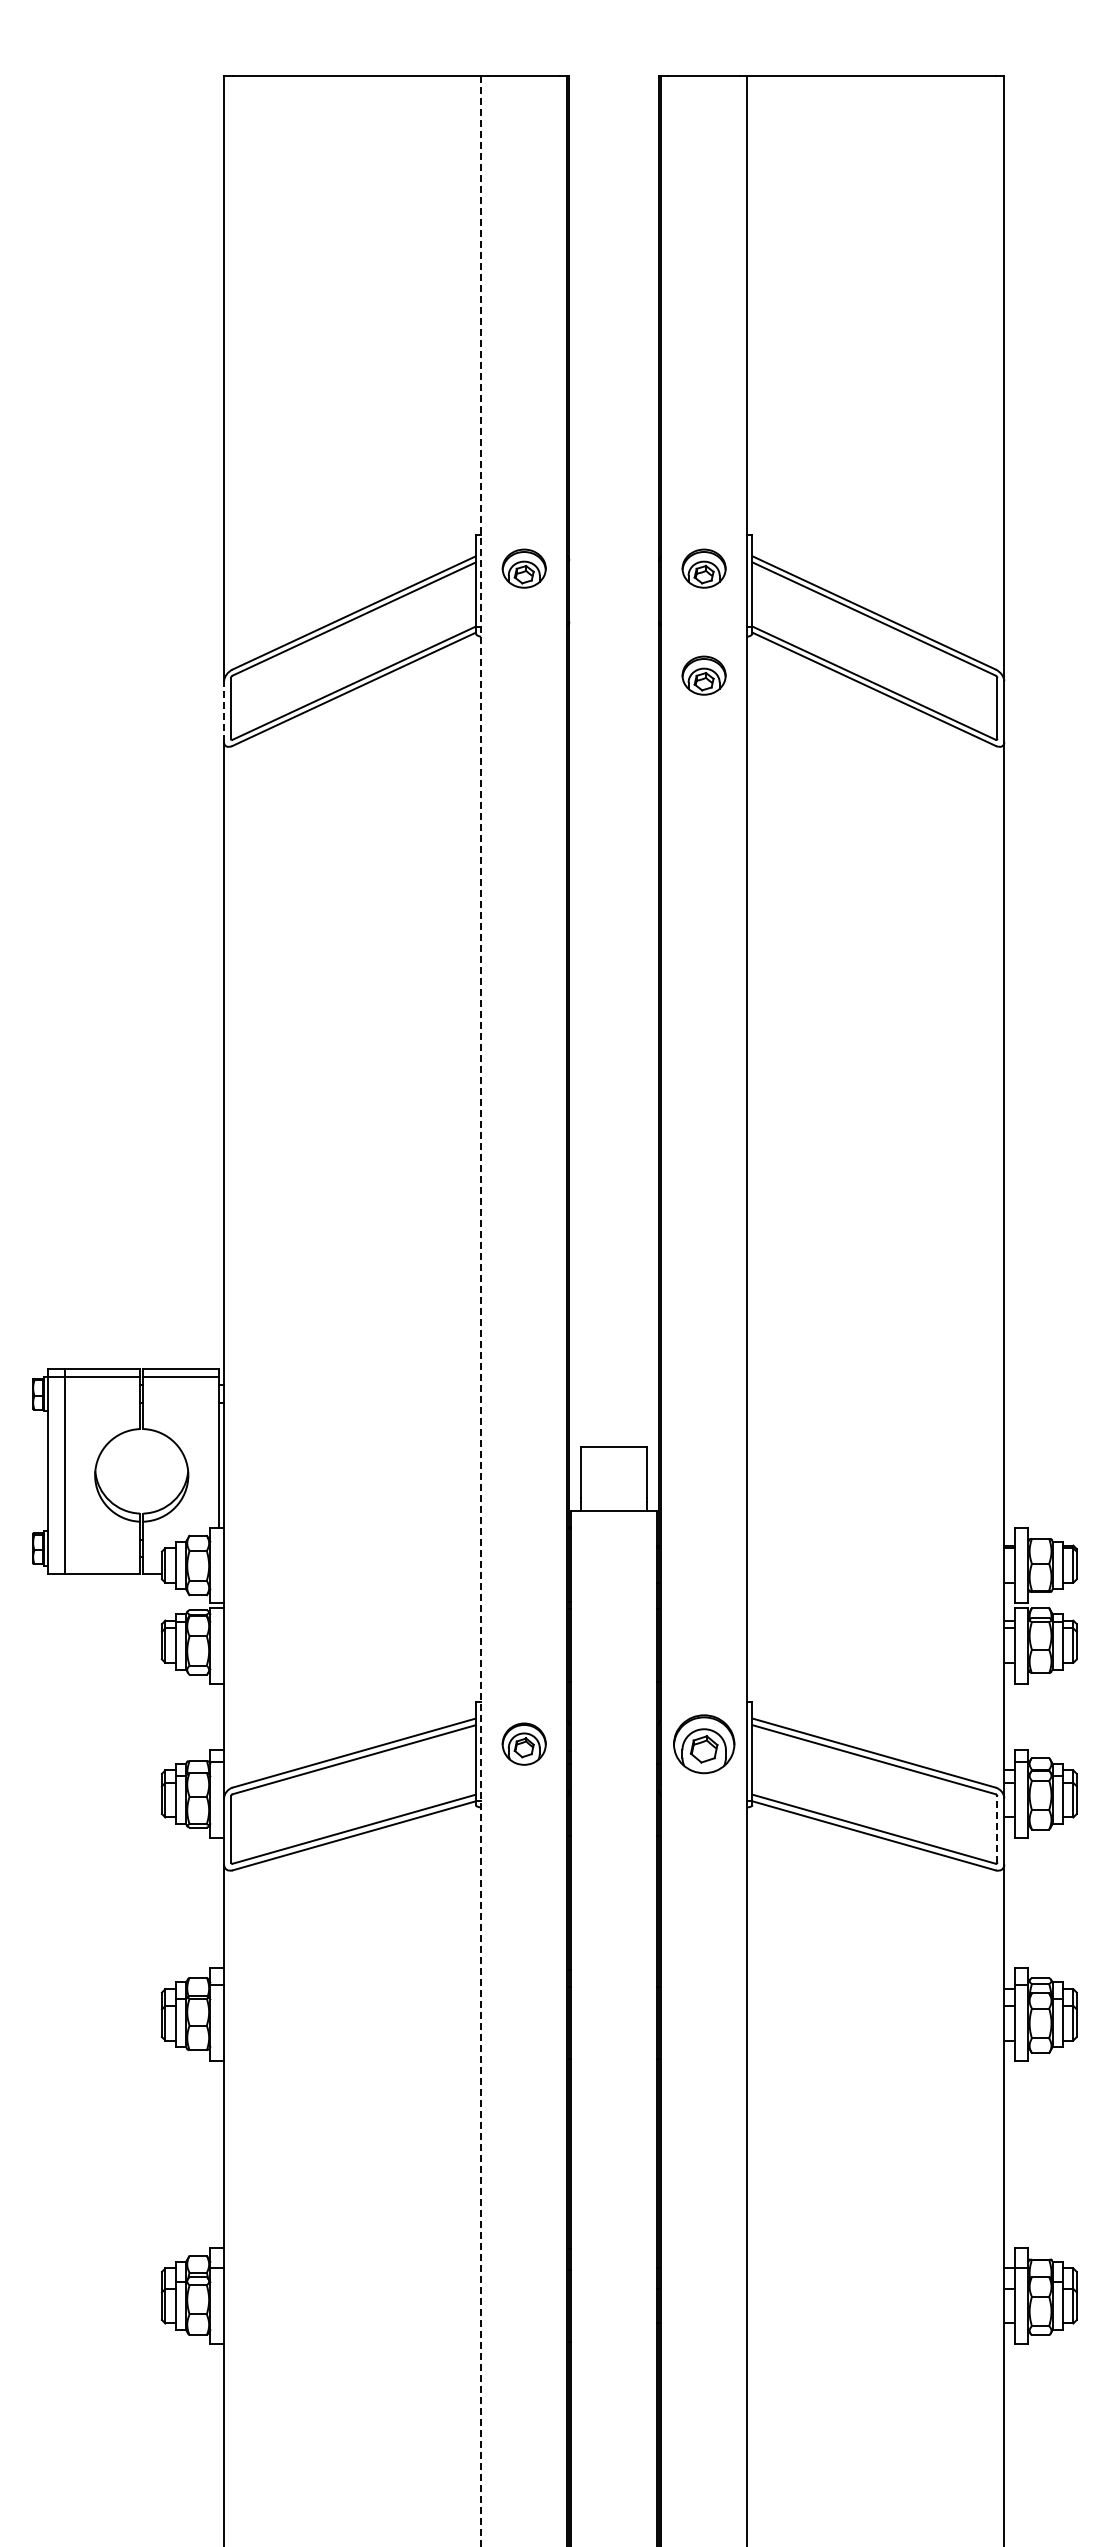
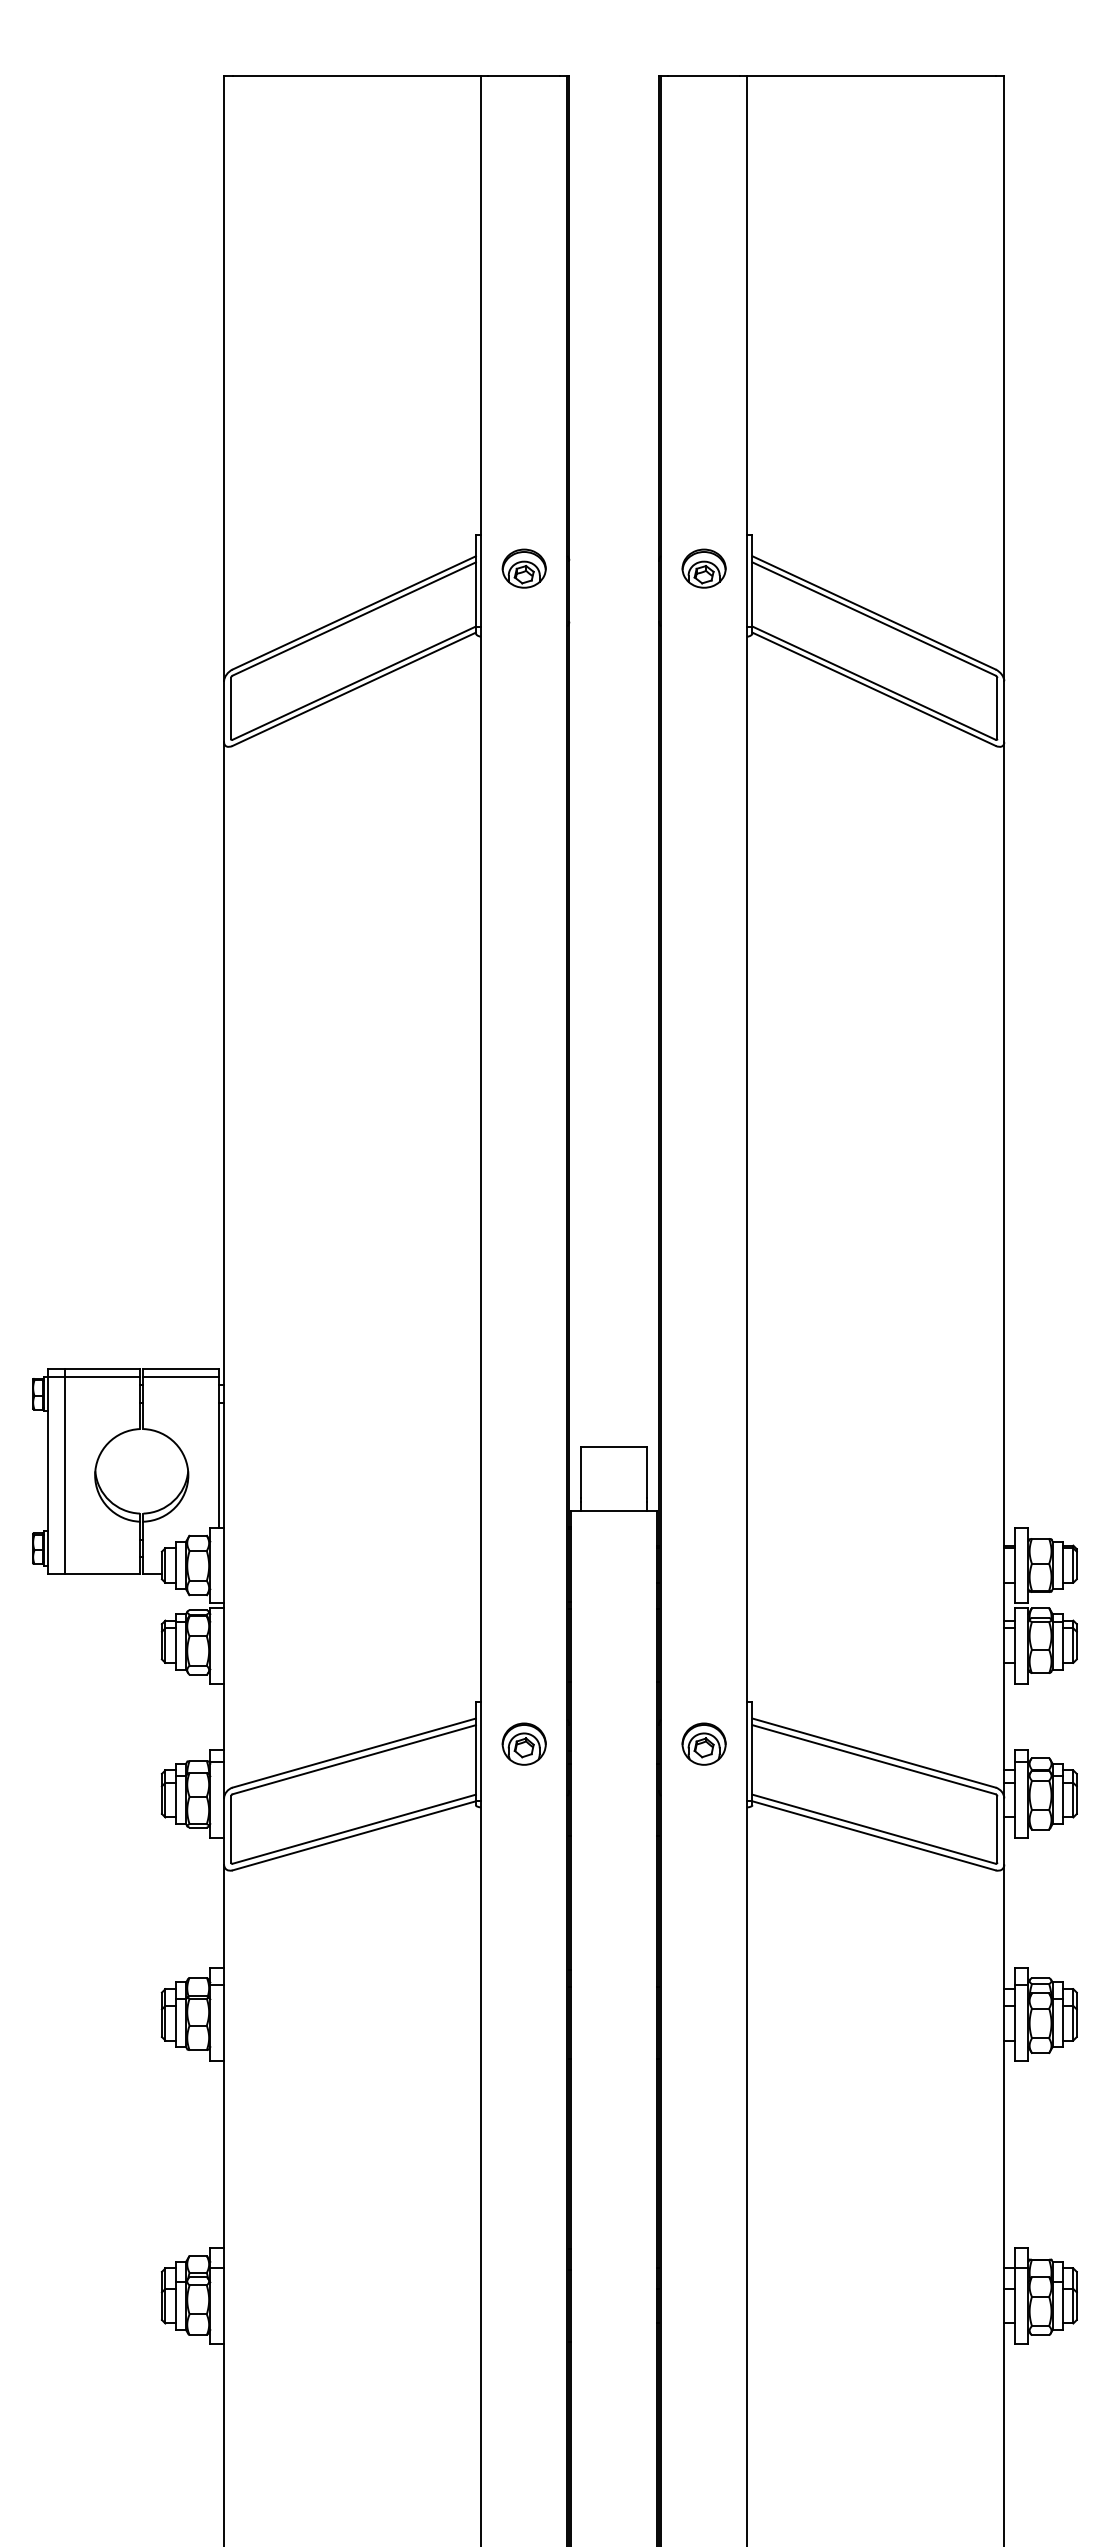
part at (703, 675): present -> none
line at (224, 711): dashed -> solid
line at (481, 1311): dashed -> solid
part at (704, 1744) size: 63x61 px -> 46x44 px
line at (997, 1828): dashed -> solid
